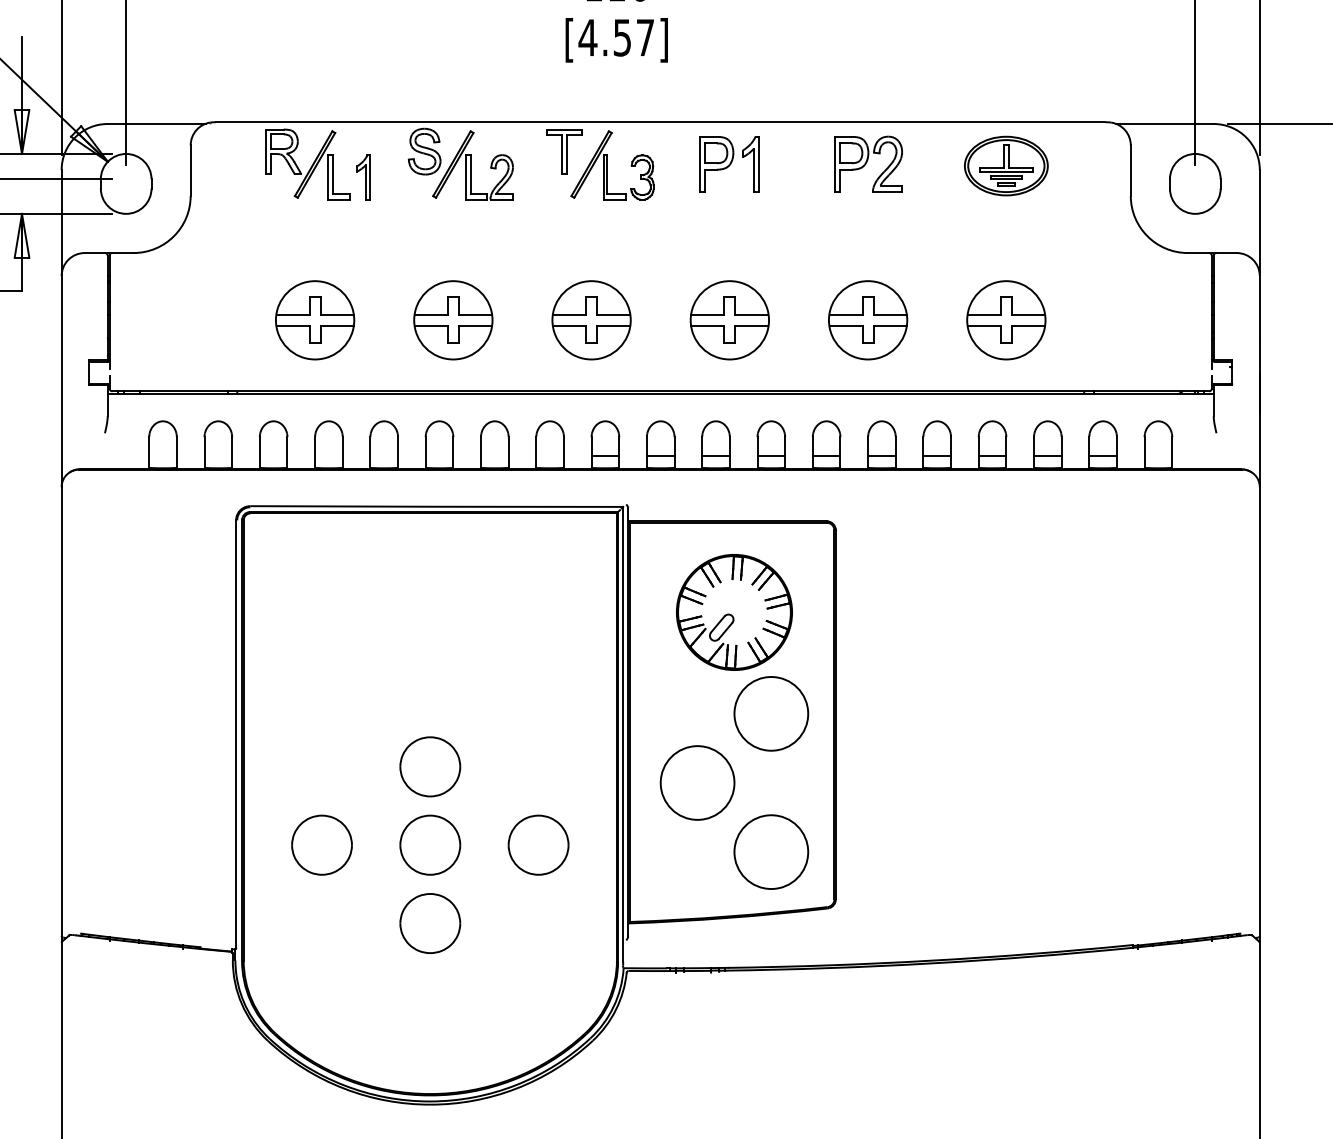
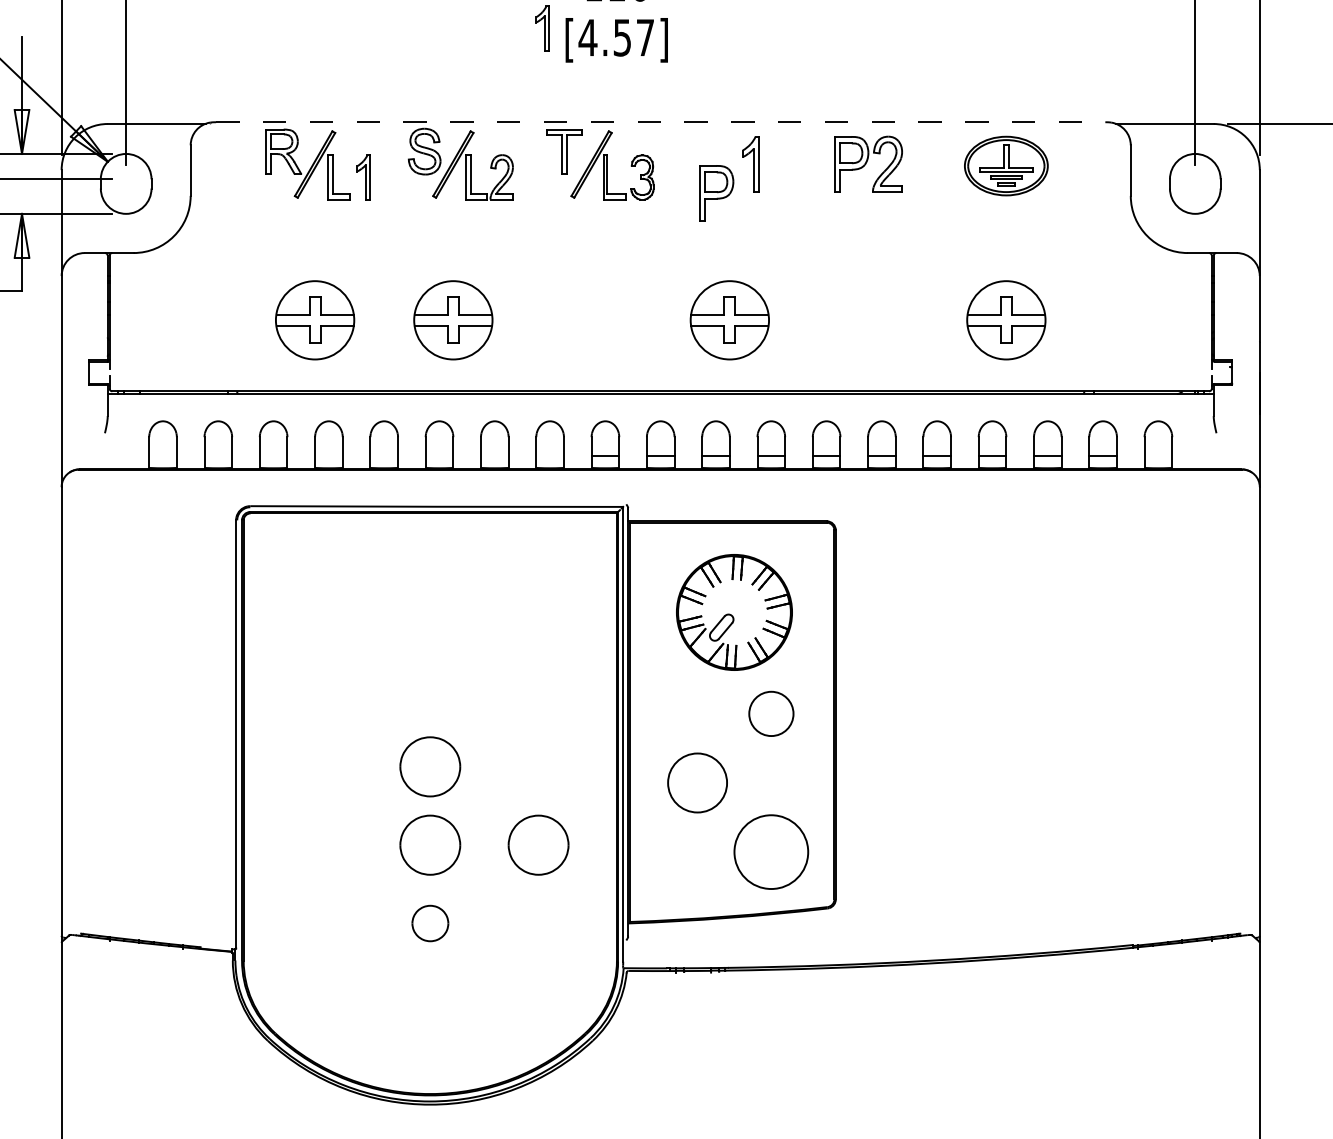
part at (542, 28): none -> present
line at (660, 122): solid -> dashed
part at (716, 164) position: (716, 164) -> (716, 193)
part at (591, 320): present -> none
part at (868, 320): present -> none
circle at (771, 713) size: 77x76 px -> 47x47 px
circle at (697, 782) diameter: 74 px -> 59 px
part at (321, 844): present -> none
part at (430, 923) size: 63x61 px -> 39x39 px
